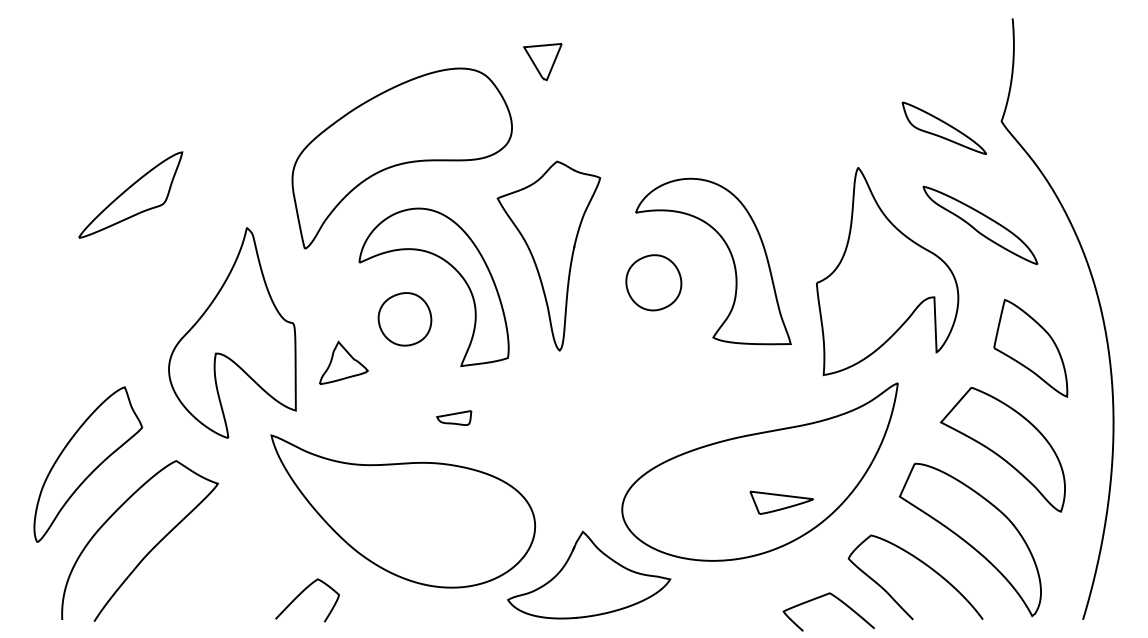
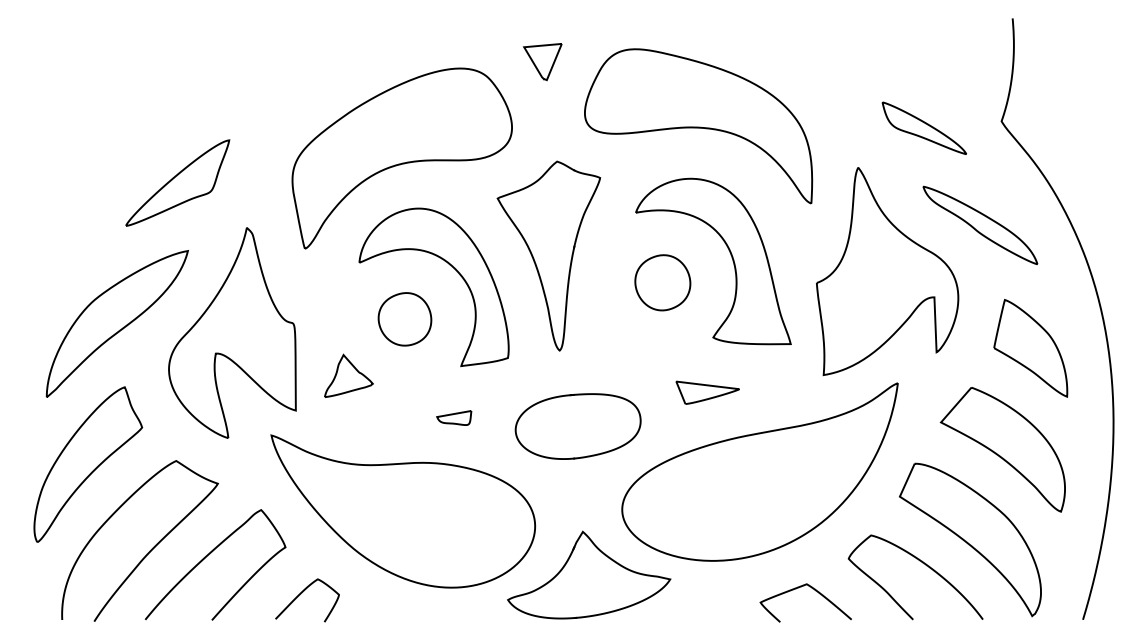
part at (698, 126): none -> present
part at (944, 127) position: (944, 127) -> (924, 127)
part at (130, 194) position: (130, 194) -> (177, 182)
part at (653, 282) position: (653, 282) -> (662, 282)
part at (116, 323): none -> present
part at (343, 362) position: (343, 362) -> (348, 375)
part at (577, 426): none -> present
part at (781, 502) position: (781, 502) -> (707, 392)
curve at (210, 554): none -> present
curve at (838, 600) position: (838, 600) -> (815, 591)
